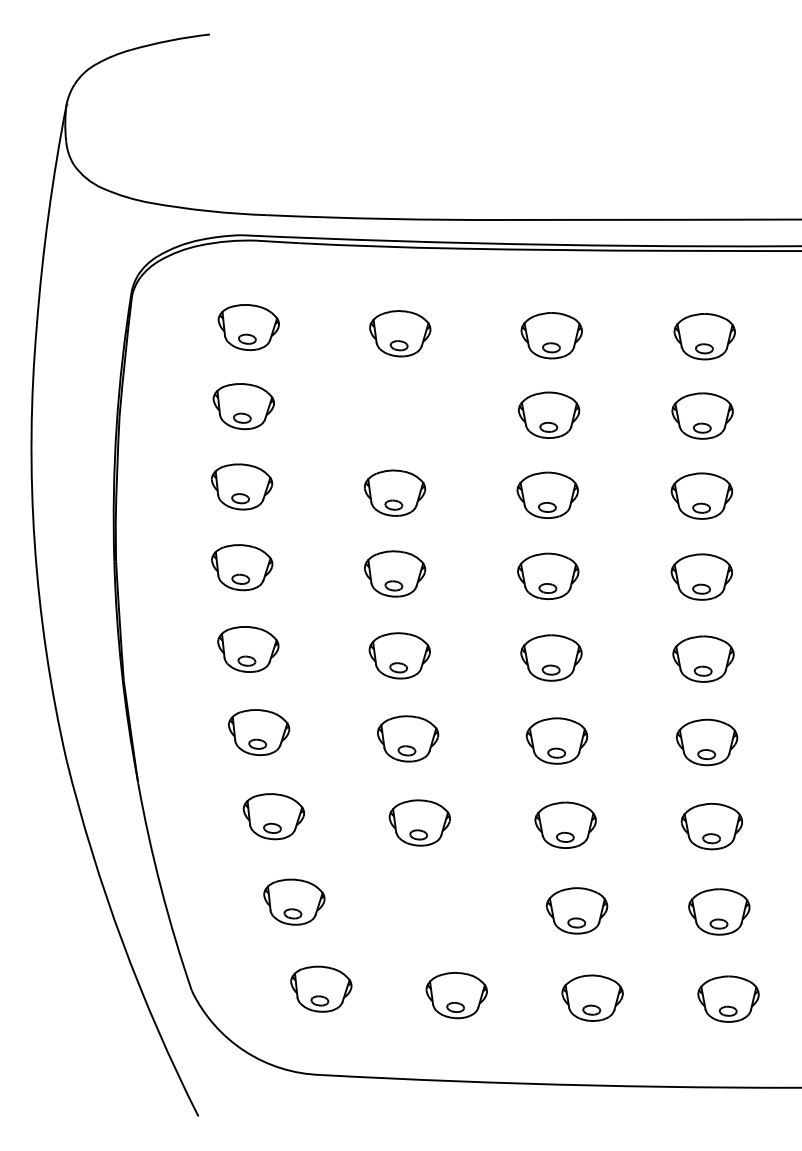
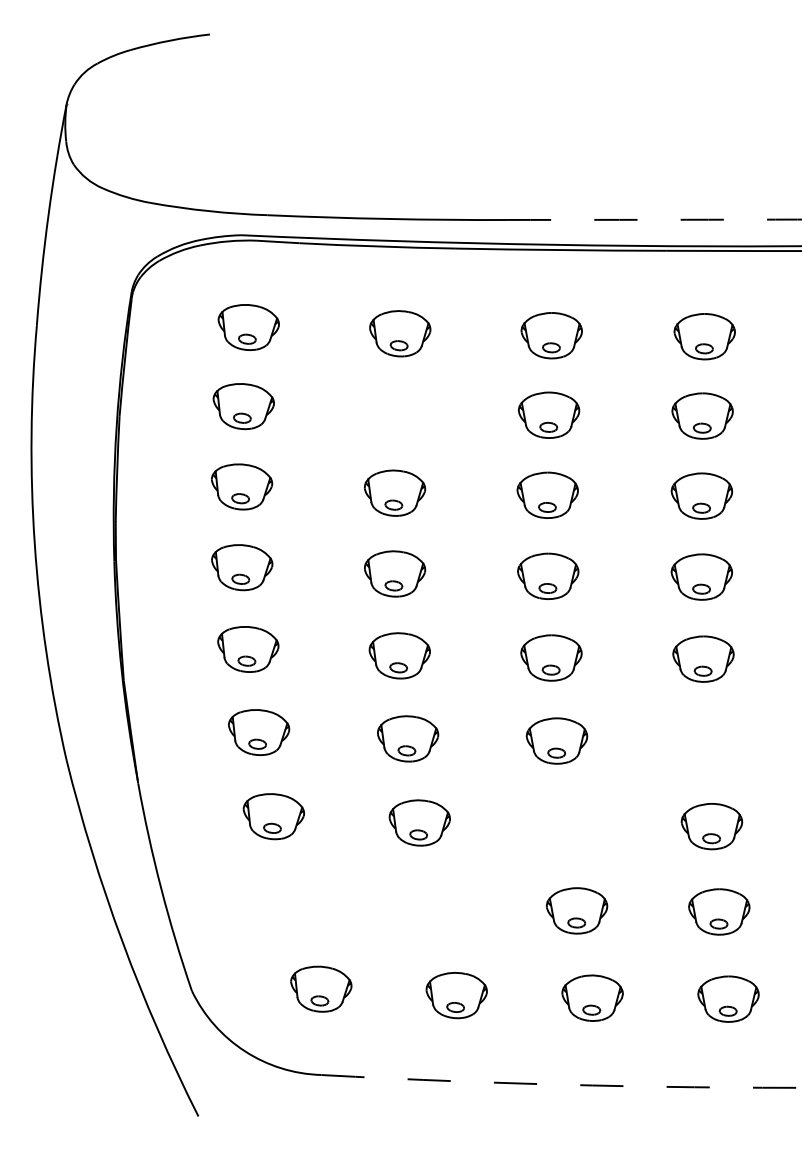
arc at (655, 219): solid -> dashed
part at (706, 742): present -> none
part at (565, 824): present -> none
part at (294, 901): present -> none
arc at (561, 1084): solid -> dashed
